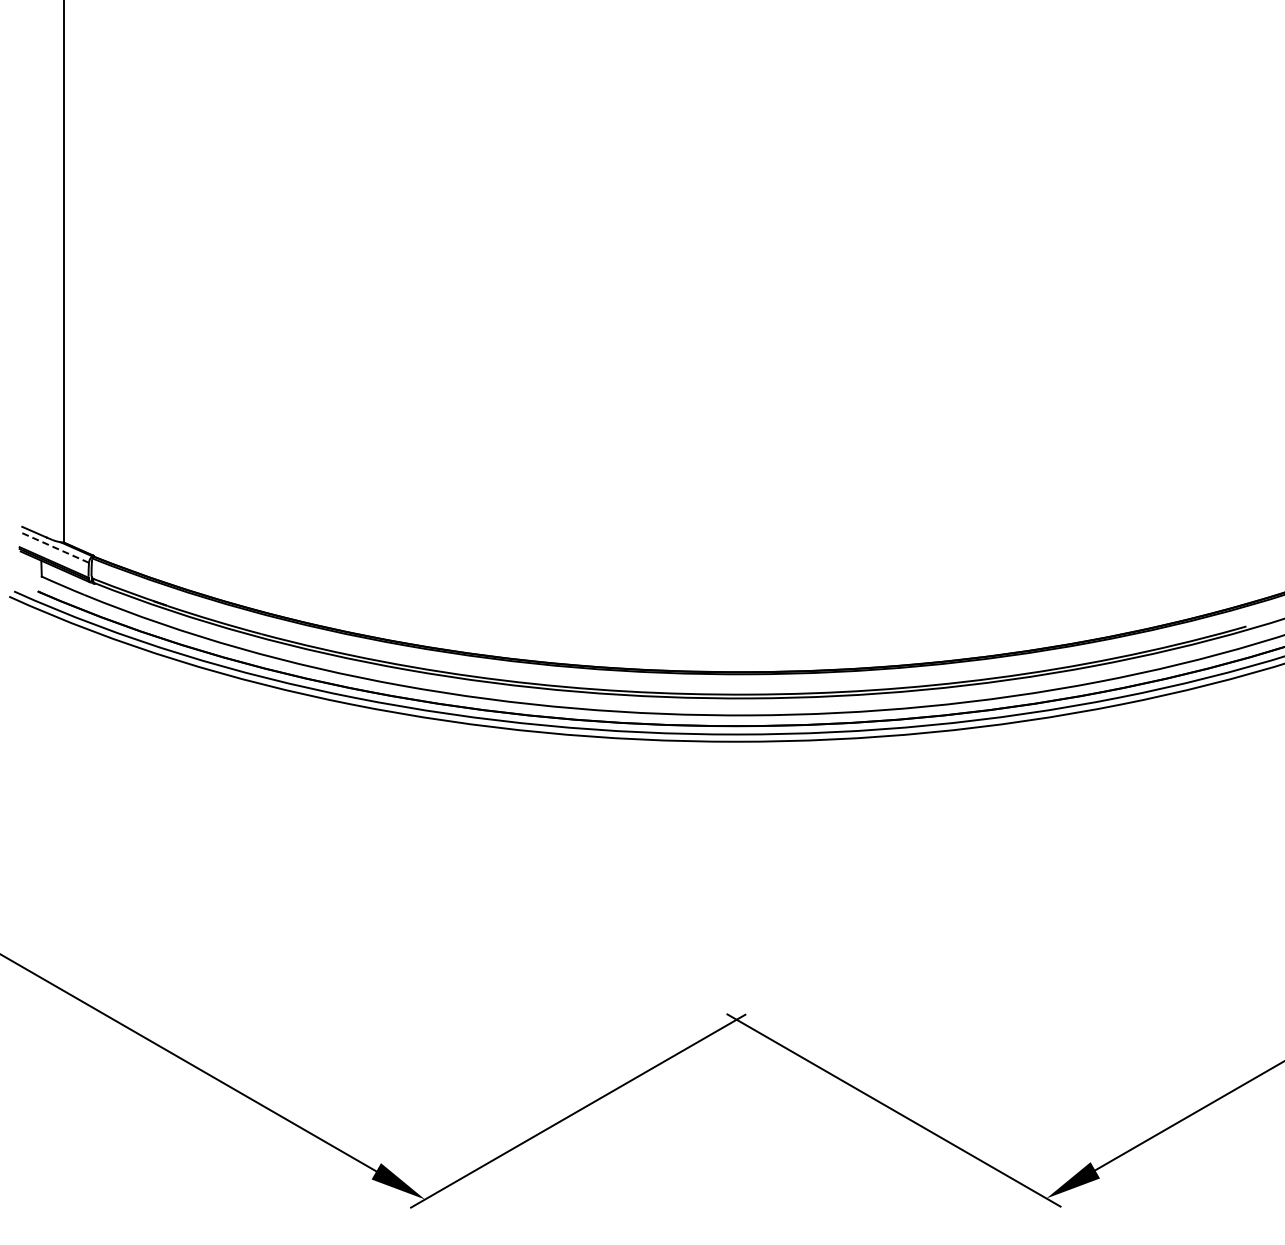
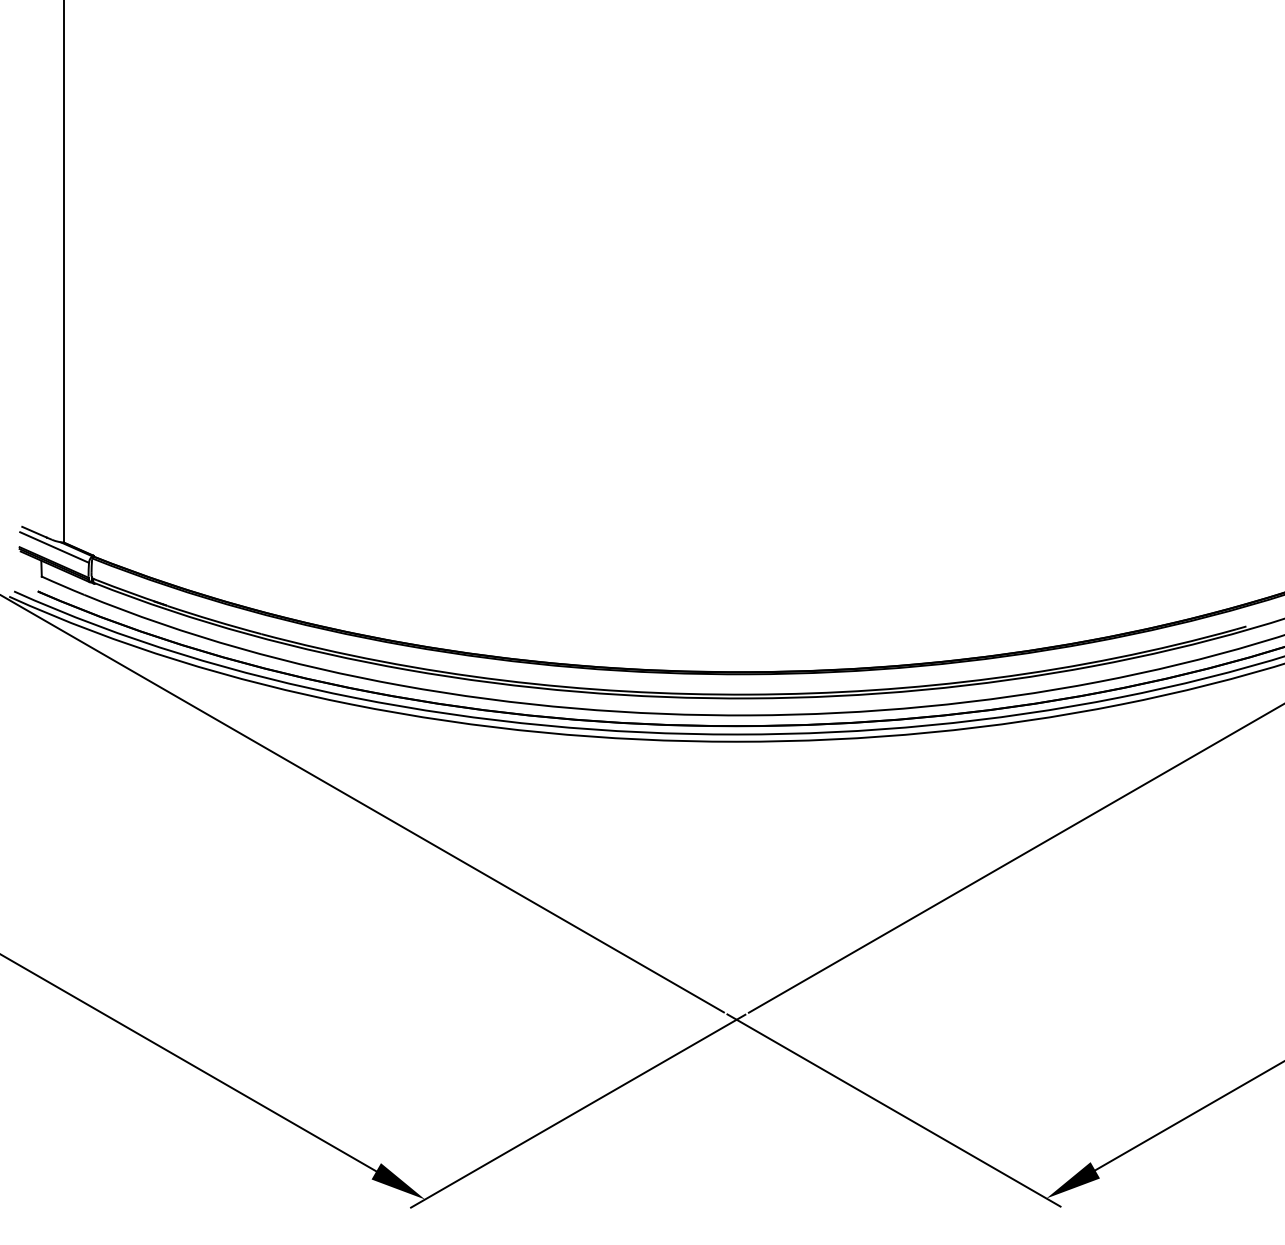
line at (54, 547): dashed -> solid
line at (362, 804): none -> present
line at (1014, 858): none -> present
